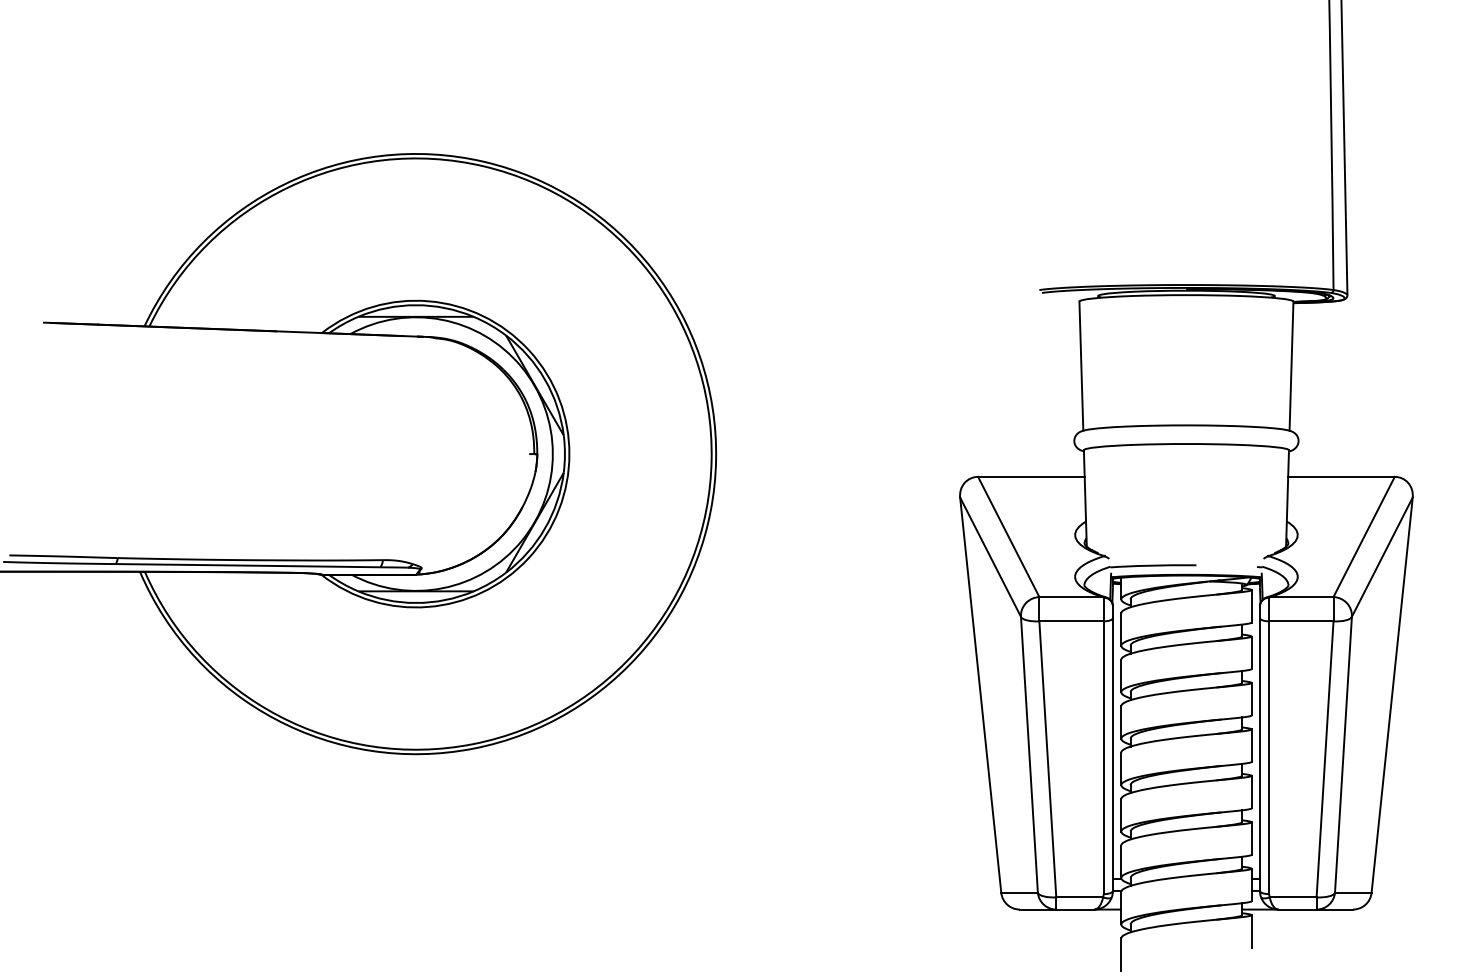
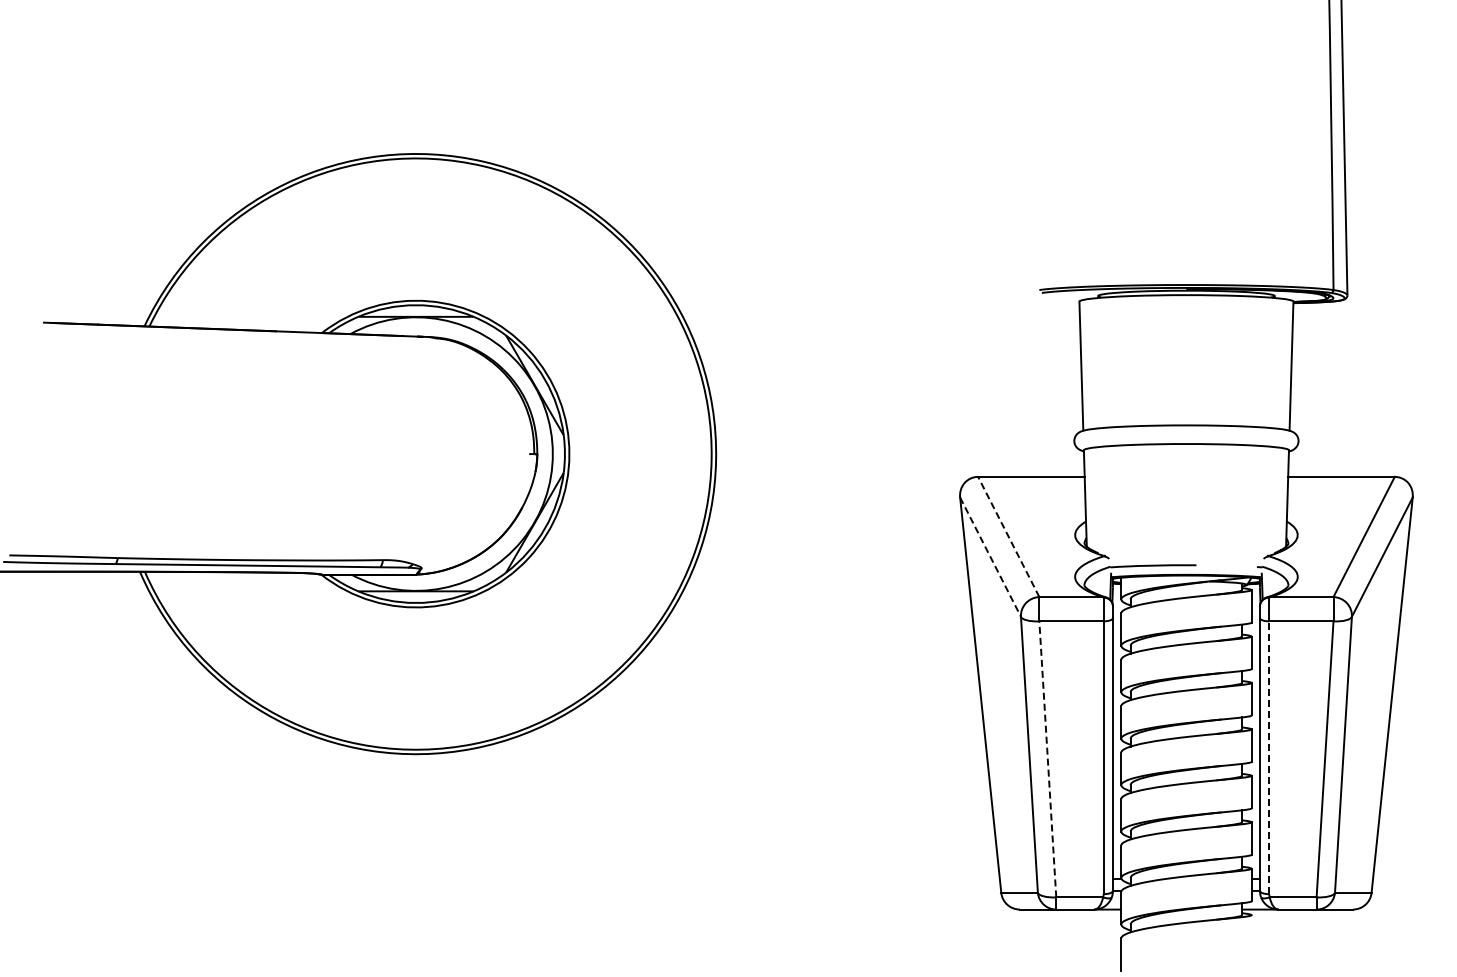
line at (1008, 536): solid -> dashed
line at (990, 557): solid -> dashed
line at (1269, 757): solid -> dashed
line at (1047, 758): solid -> dashed
line at (1251, 931): present -> none
